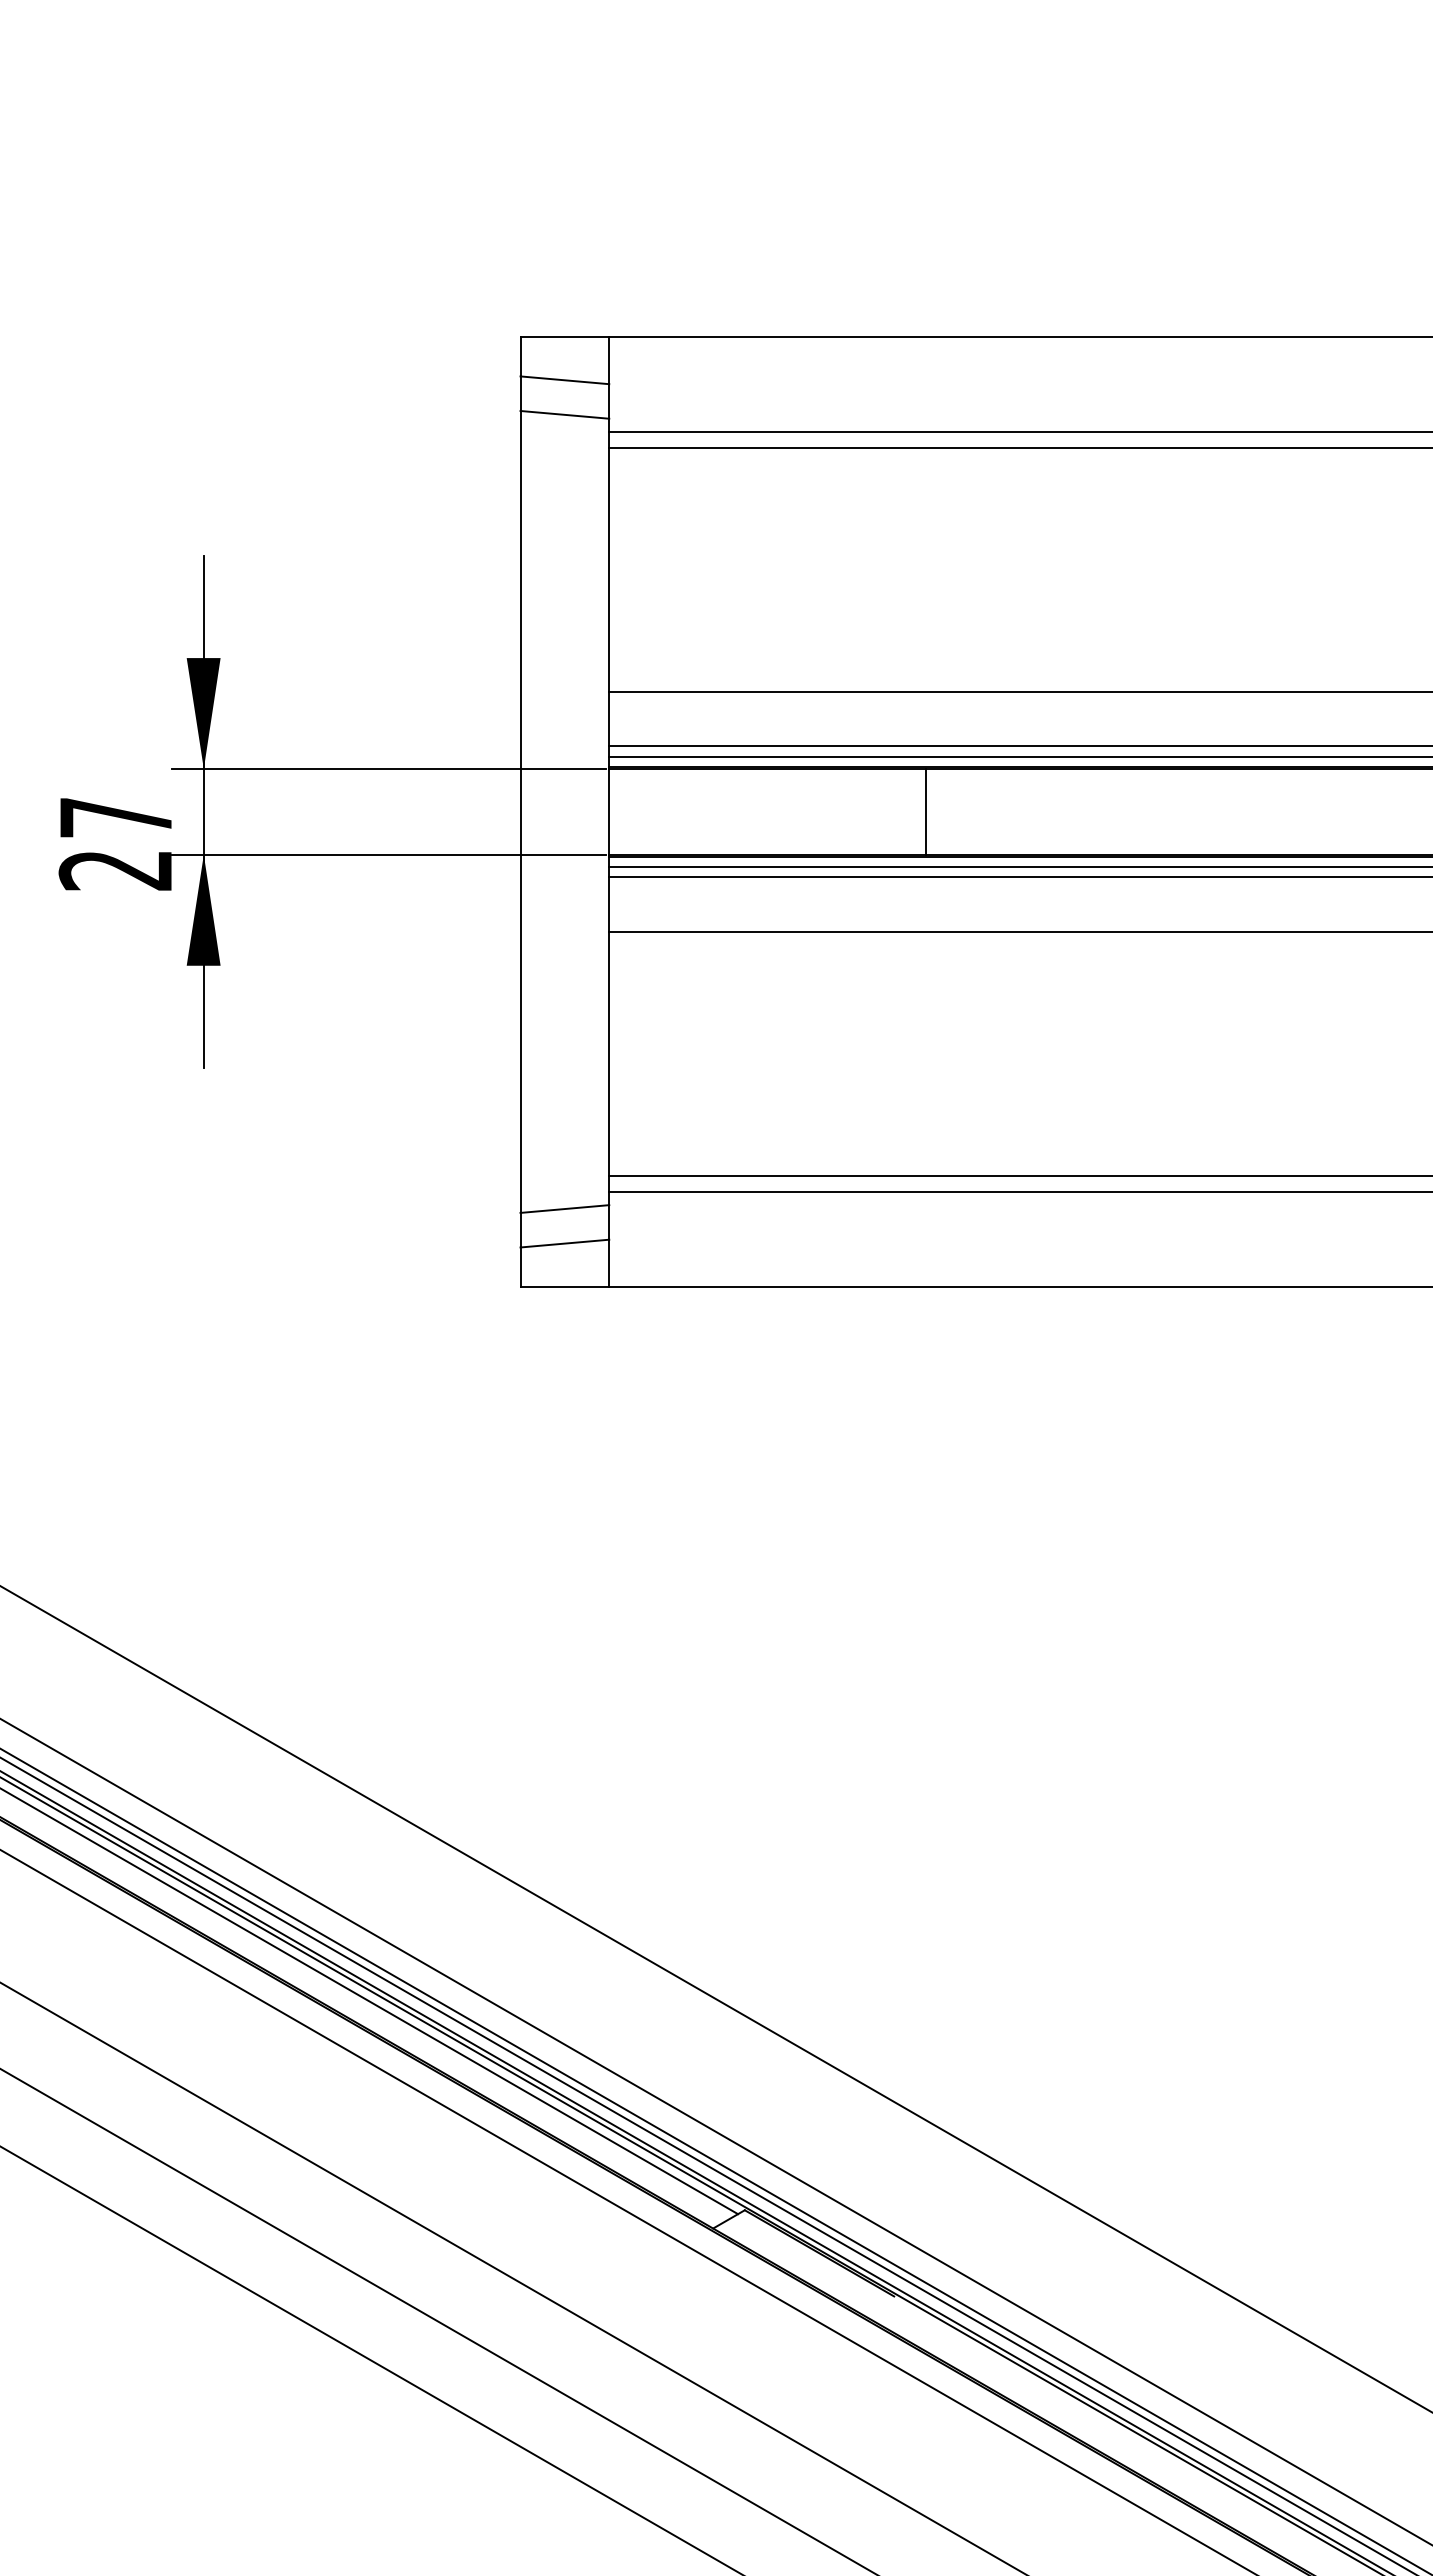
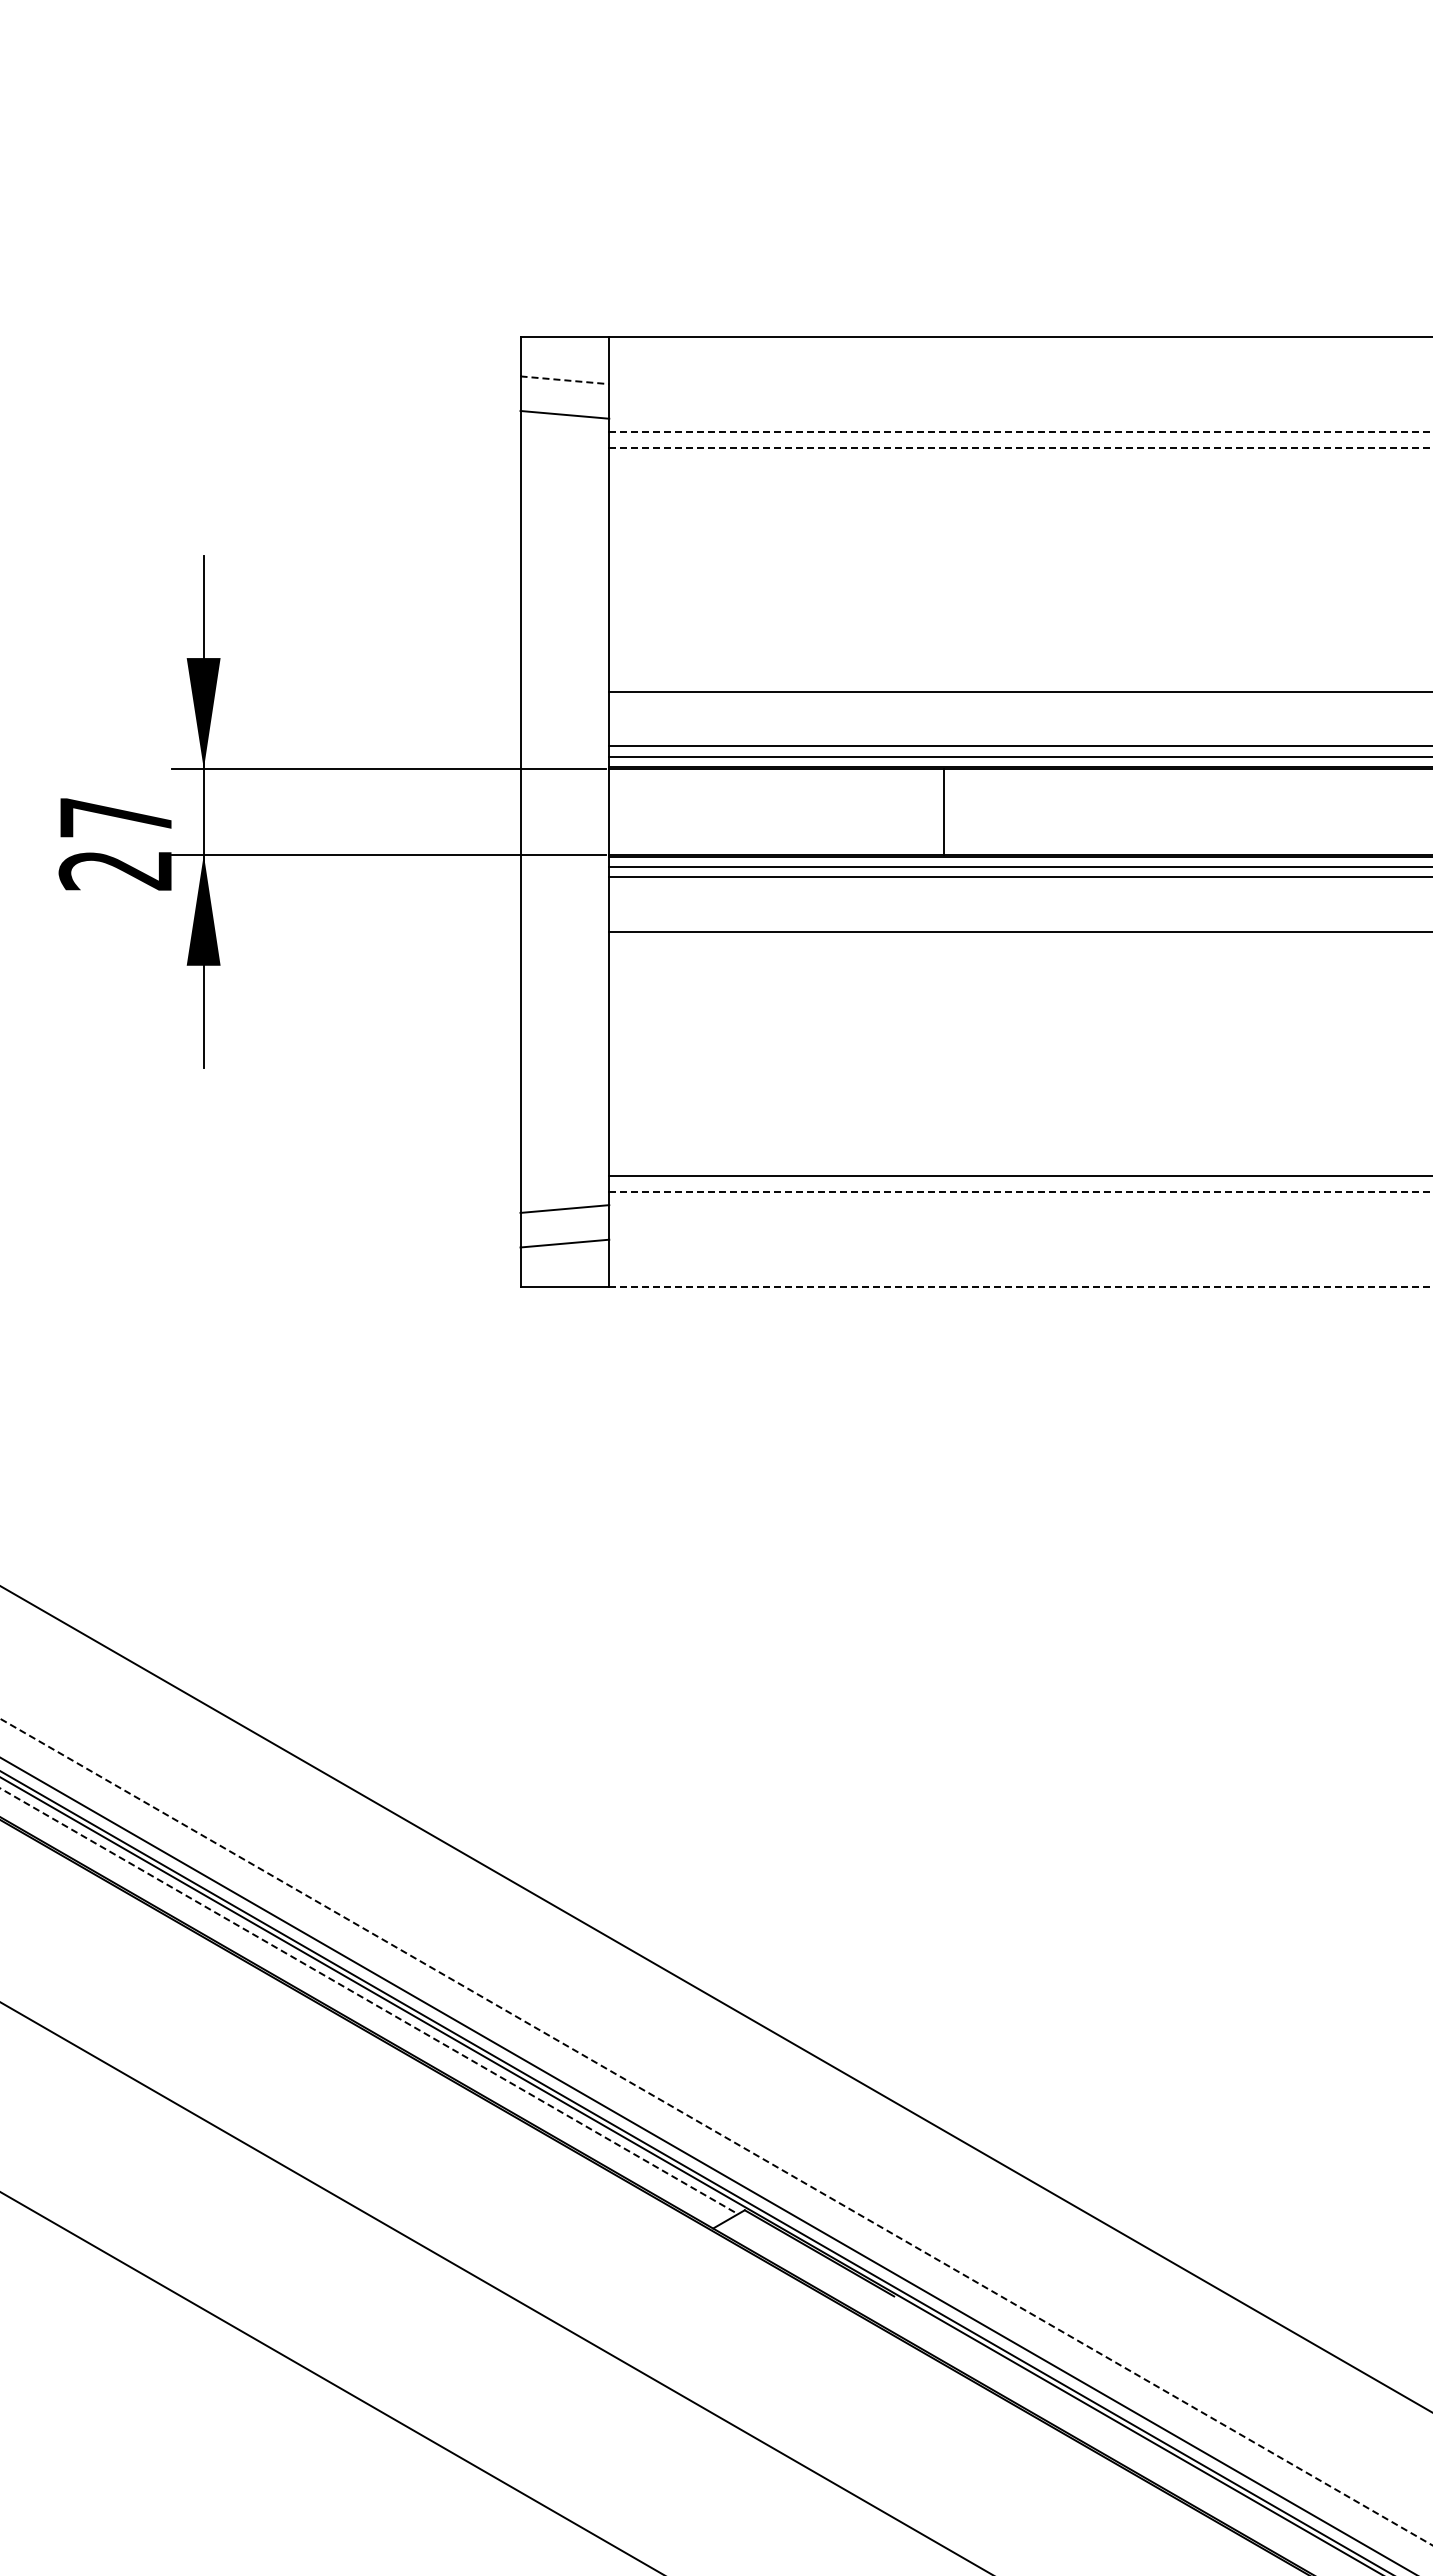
line at (564, 380): solid -> dashed
line at (1021, 431): solid -> dashed
line at (1021, 447): solid -> dashed
line at (926, 811) position: (926, 811) -> (944, 811)
line at (1021, 1192): solid -> dashed
line at (1021, 1287): solid -> dashed
line at (369, 2001): solid -> dashed
line at (716, 2131): solid -> dashed
line at (714, 2161): present -> none
line at (627, 2211): present -> none
line at (512, 2278) position: (512, 2278) -> (495, 2287)
line at (437, 2320): present -> none
line at (370, 2359) position: (370, 2359) -> (330, 2382)
